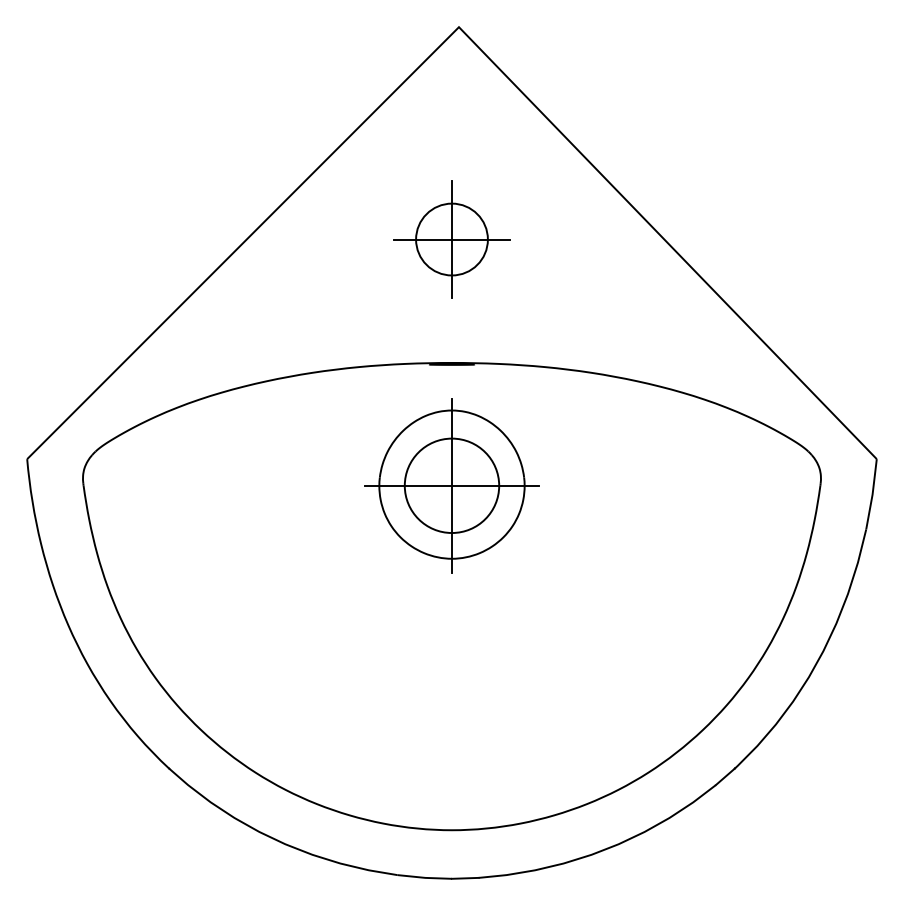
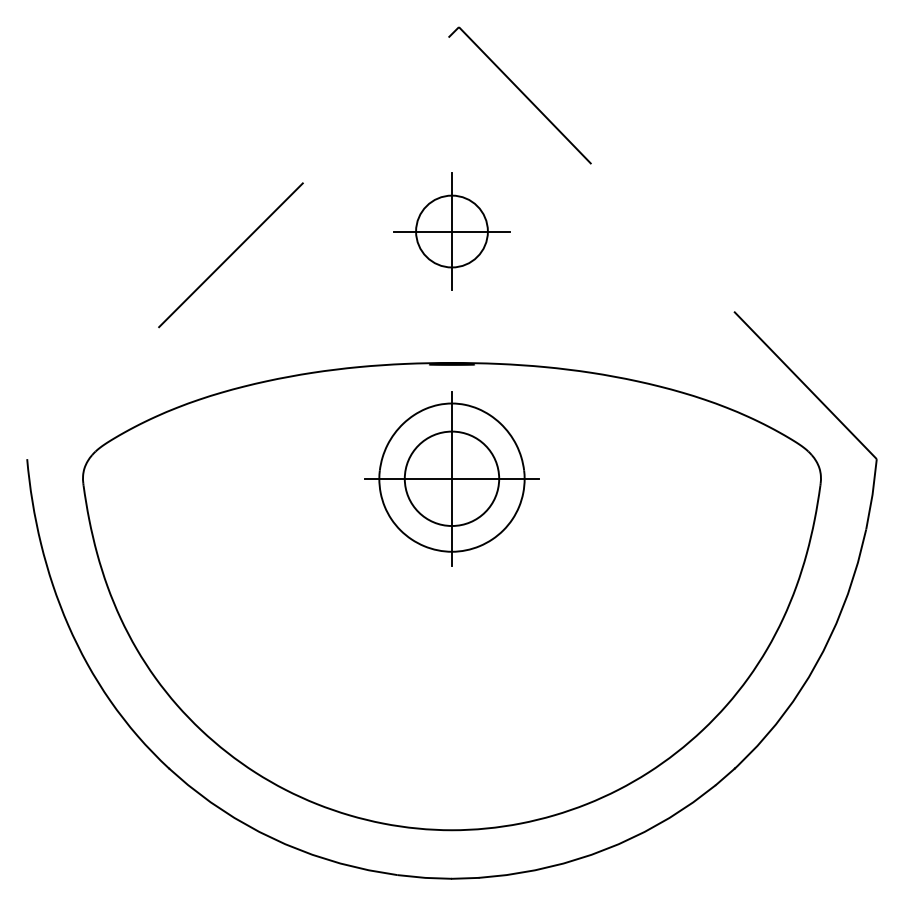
line at (455, 30): solid -> dashed
part at (451, 239) position: (451, 239) -> (451, 231)
part at (451, 485) position: (451, 485) -> (451, 478)
